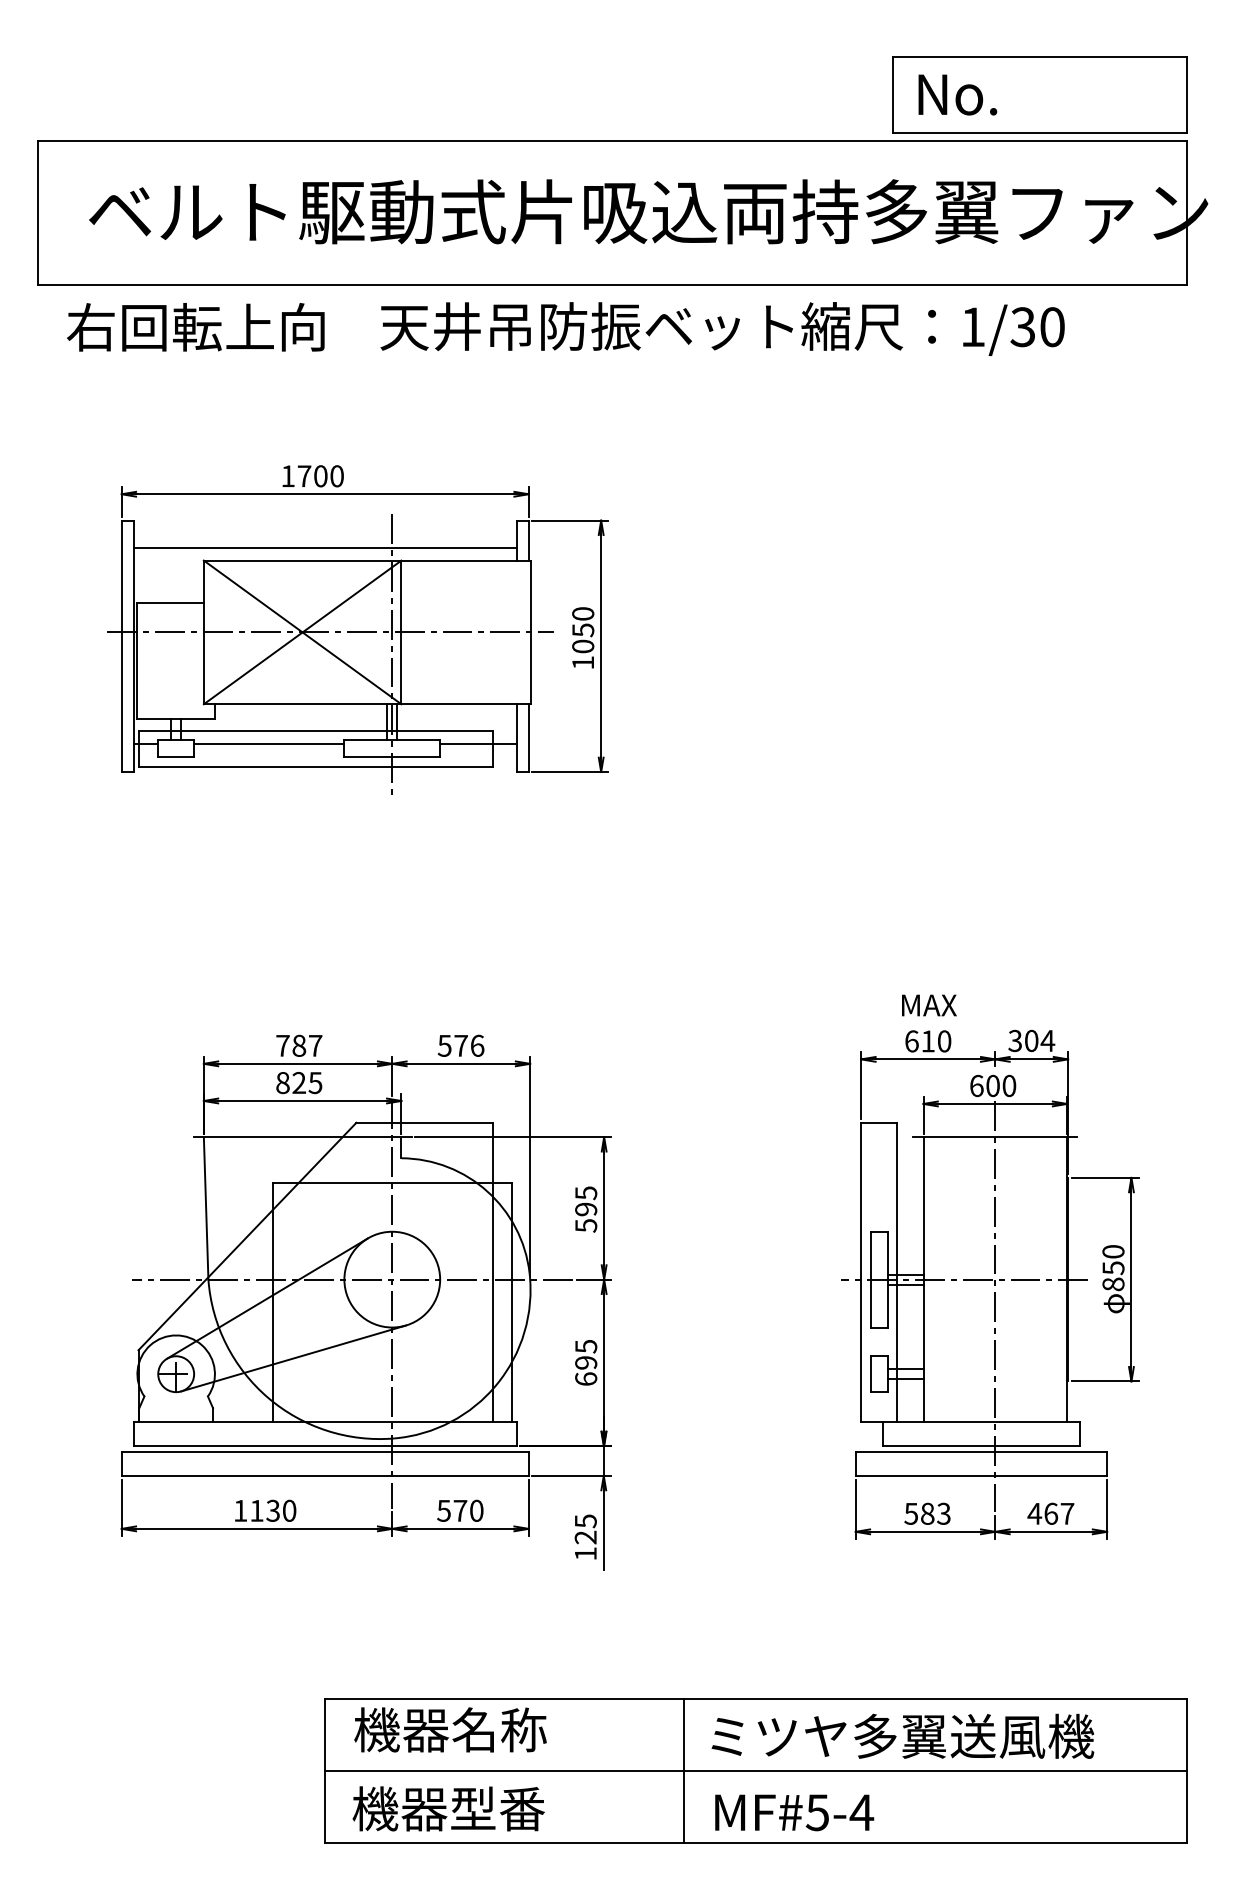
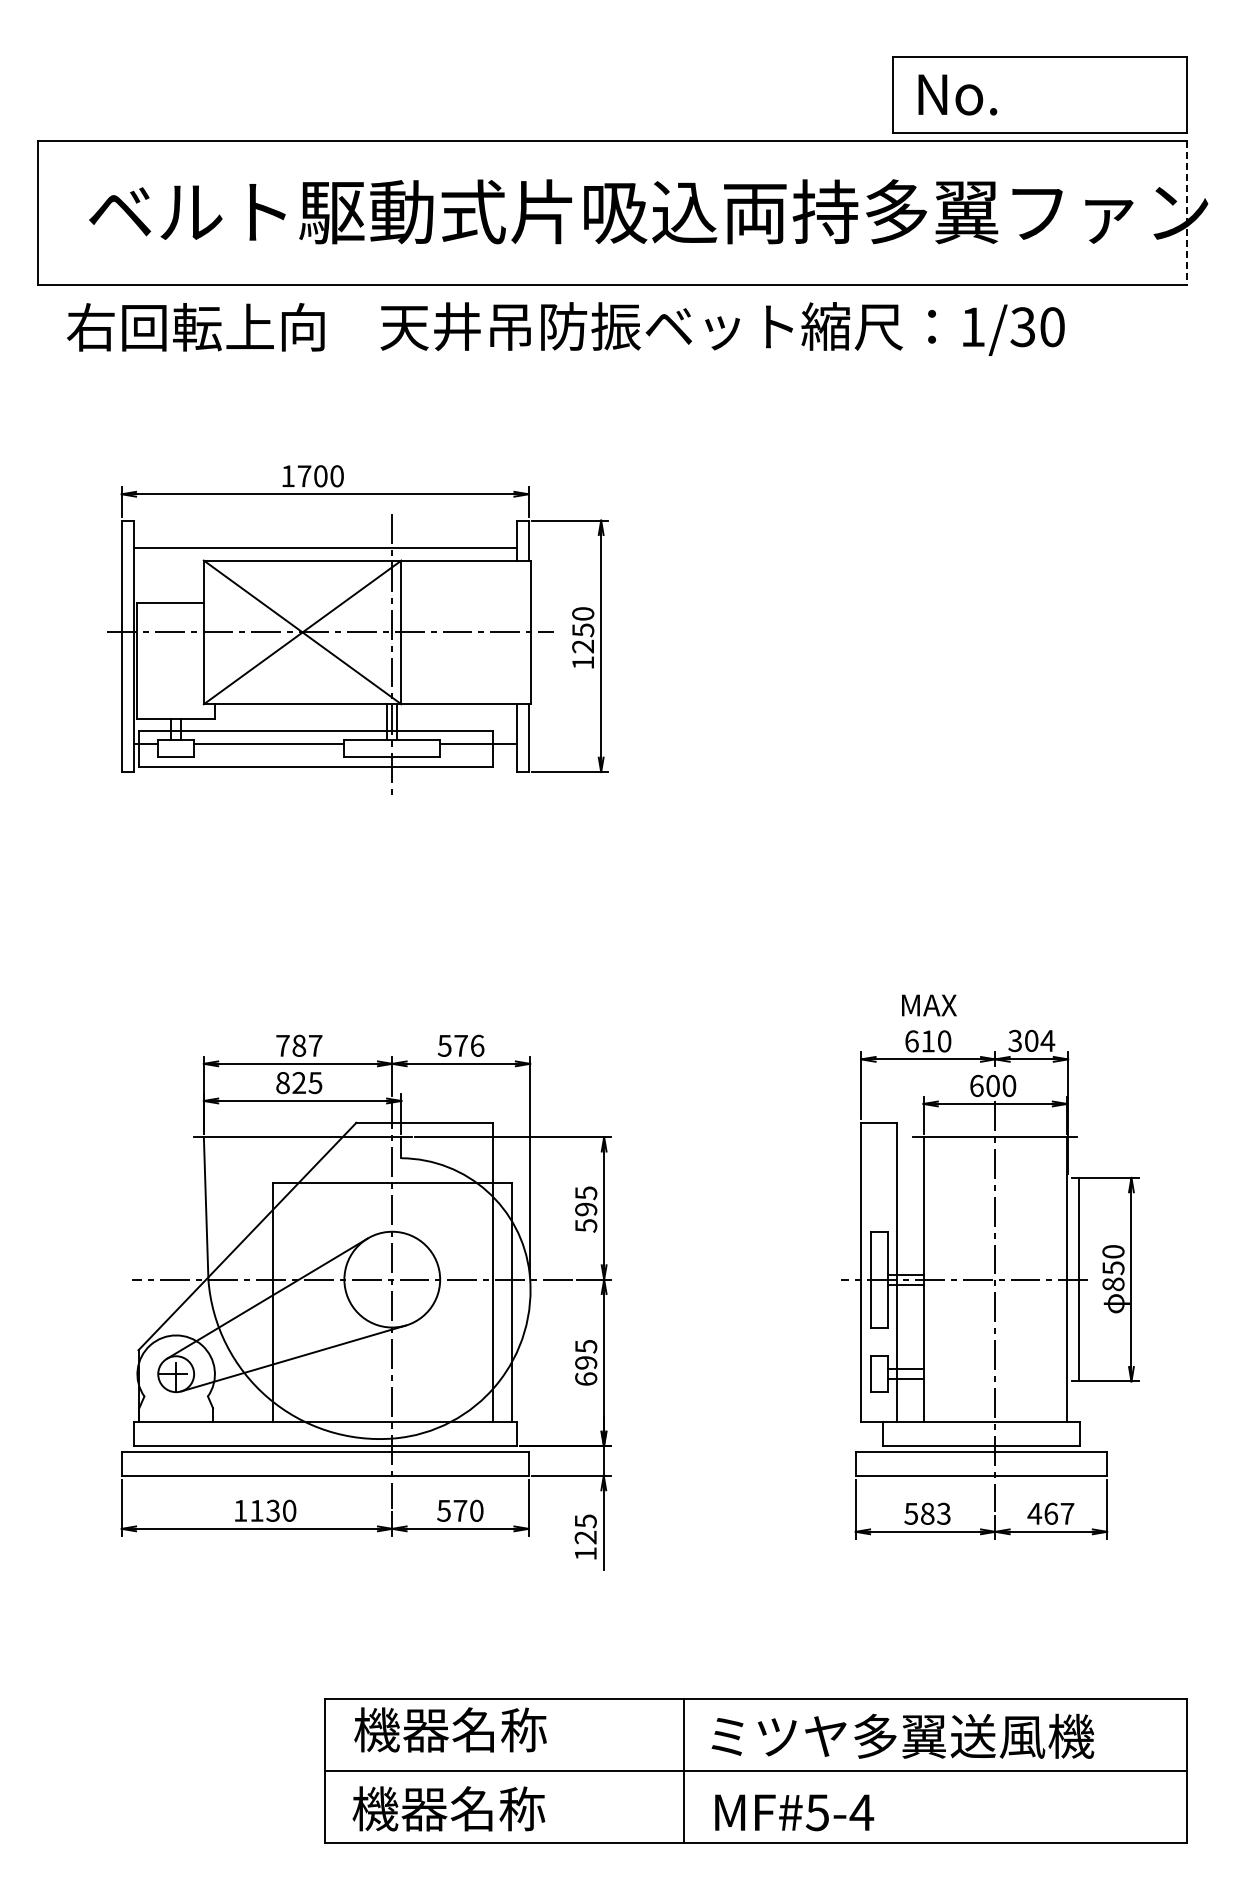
line at (1186, 213): solid -> dashed
text at (583, 646): 1050 -> 1250
line at (1068, 1279) position: (1068, 1279) -> (1079, 1279)
text at (497, 1808): 機器型番 -> 機器名称
